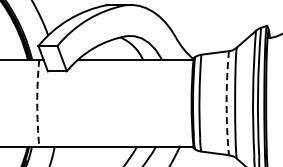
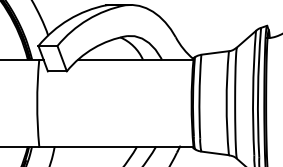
arc at (37, 103): dashed -> solid
arc at (226, 103): dashed -> solid
